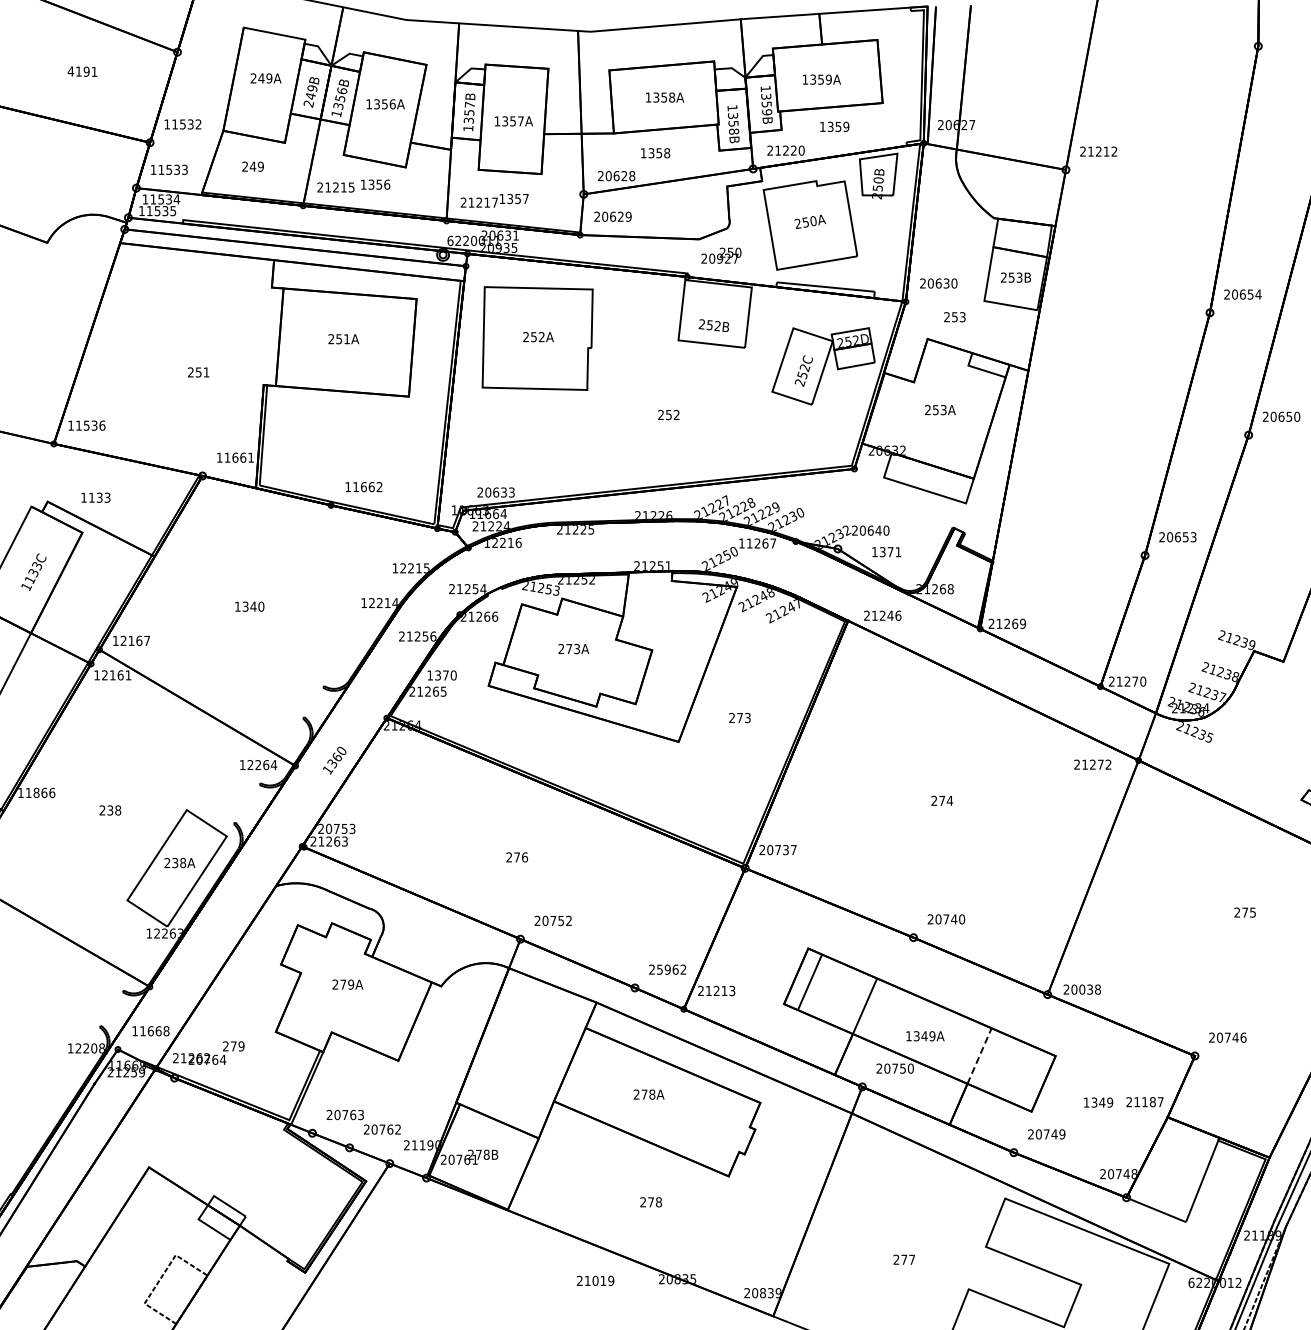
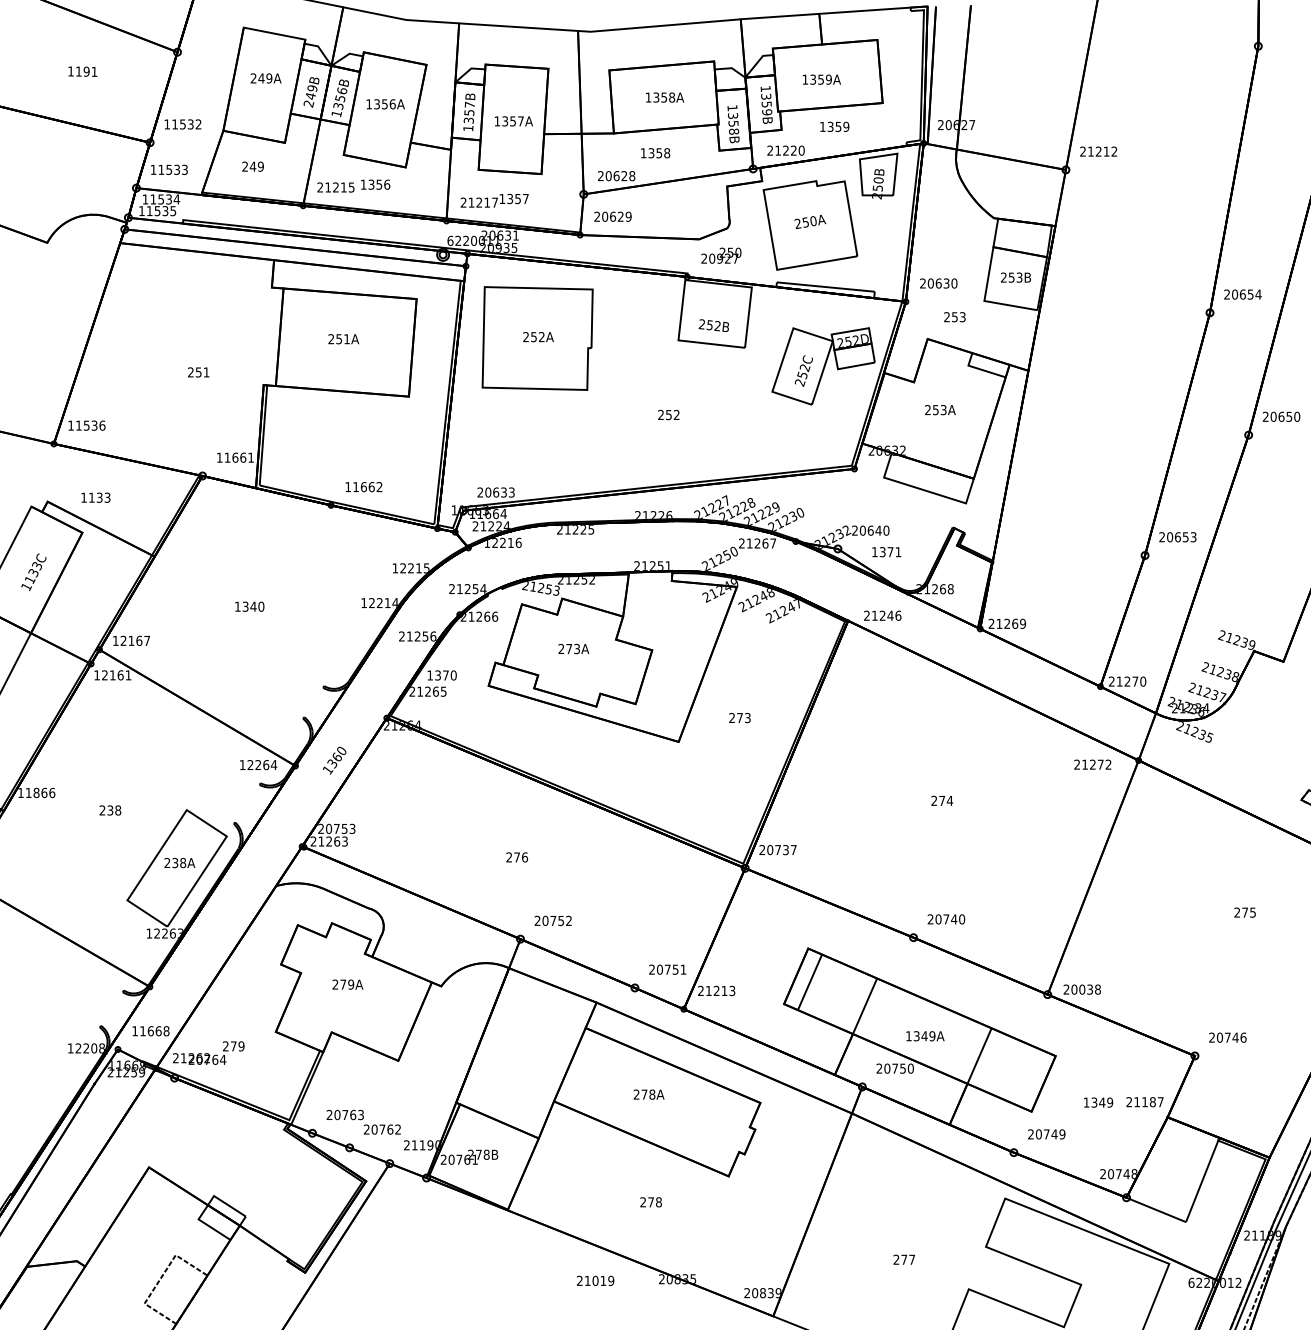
text at (70, 71): 4191 -> 1191
text at (741, 543): 11267 -> 21267
text at (671, 969): 25962 -> 20751
line at (979, 1055): dashed -> solid
